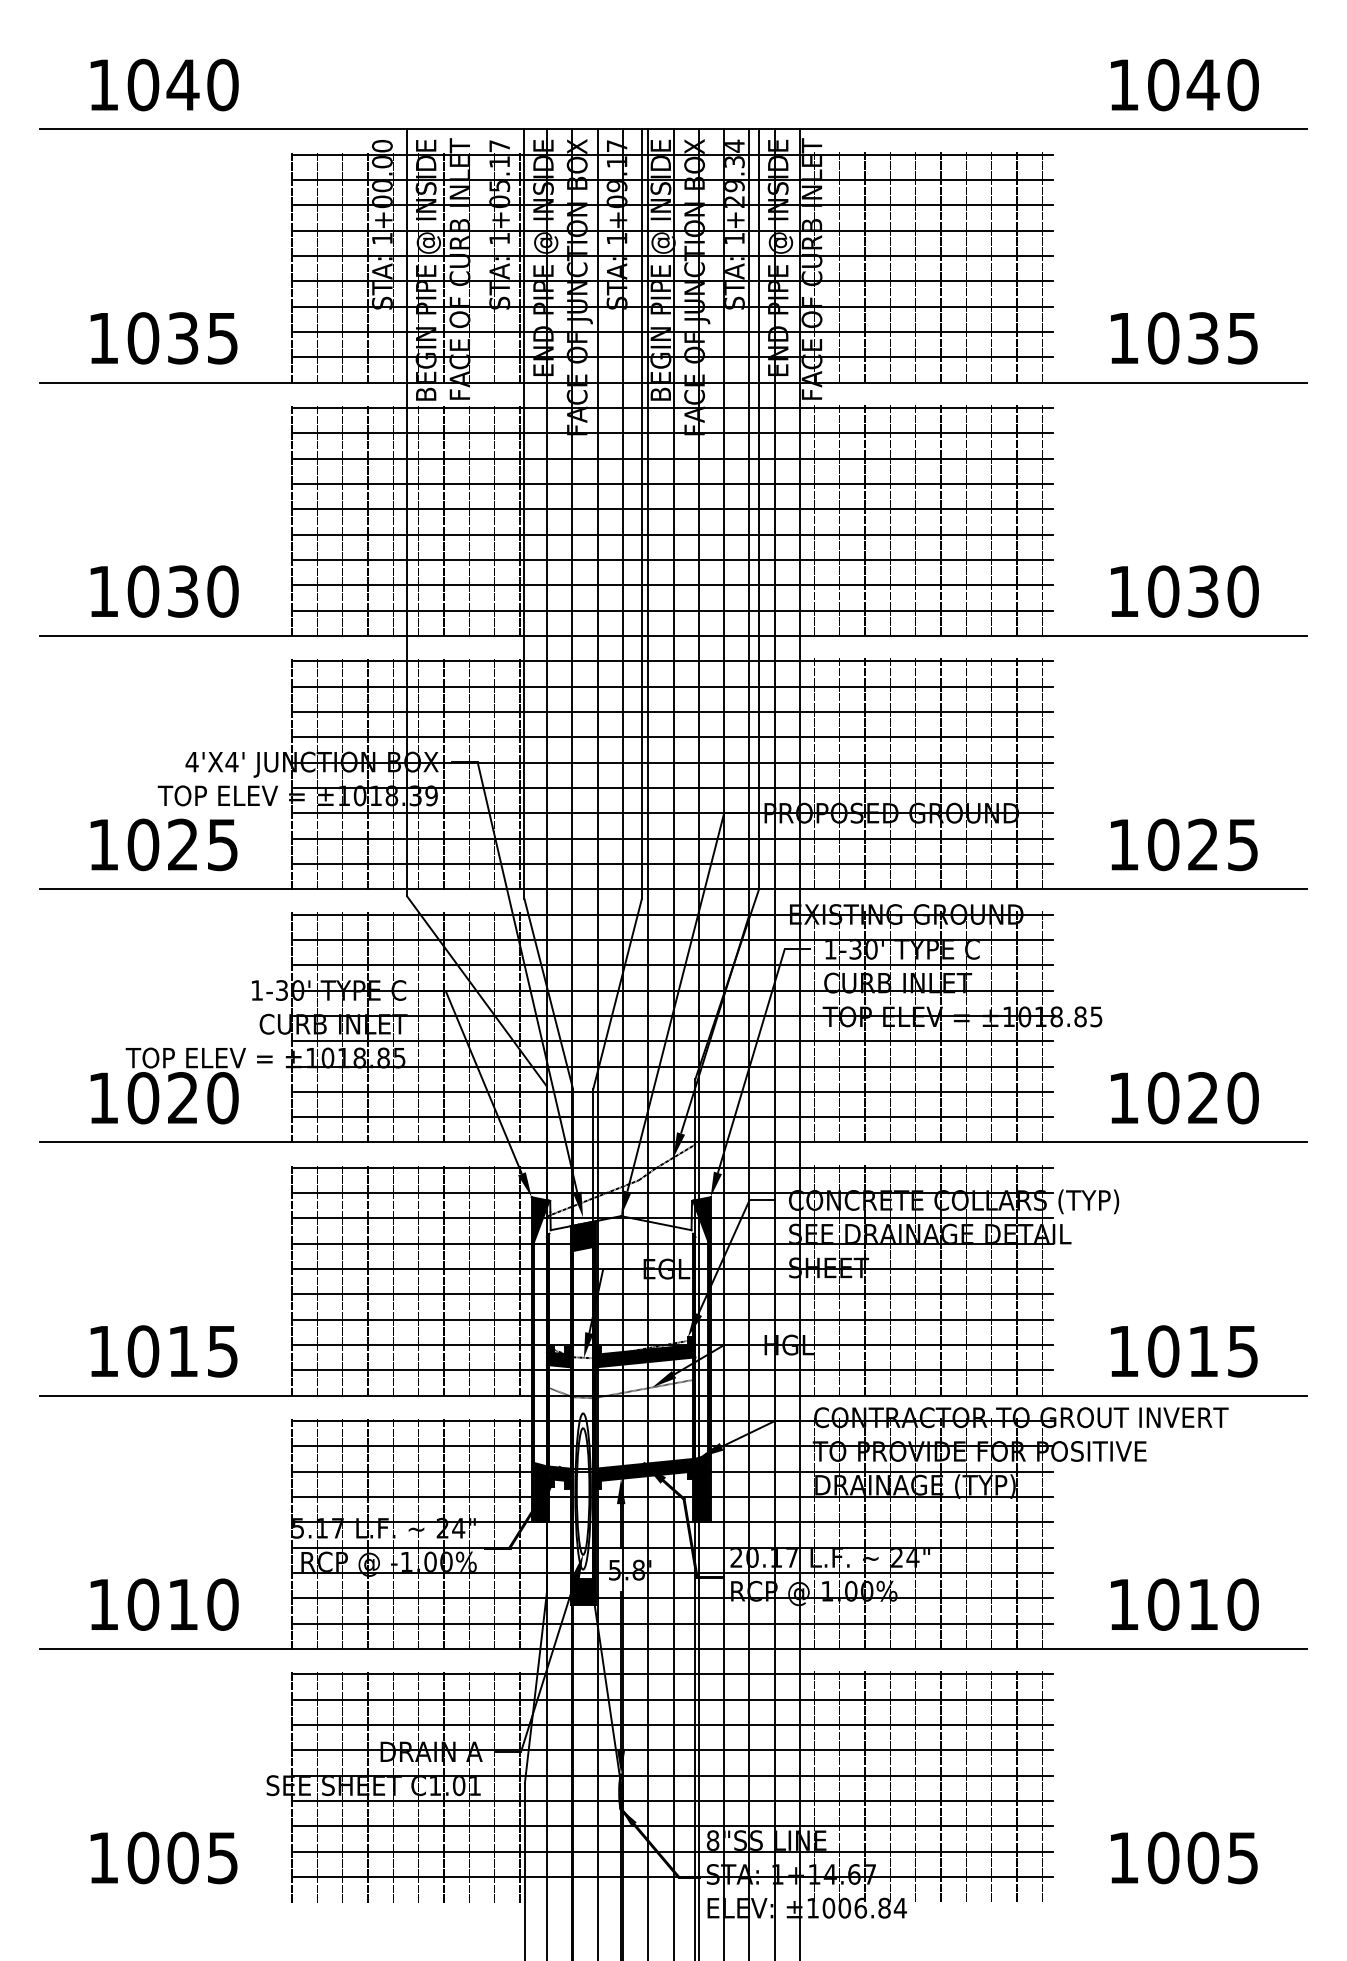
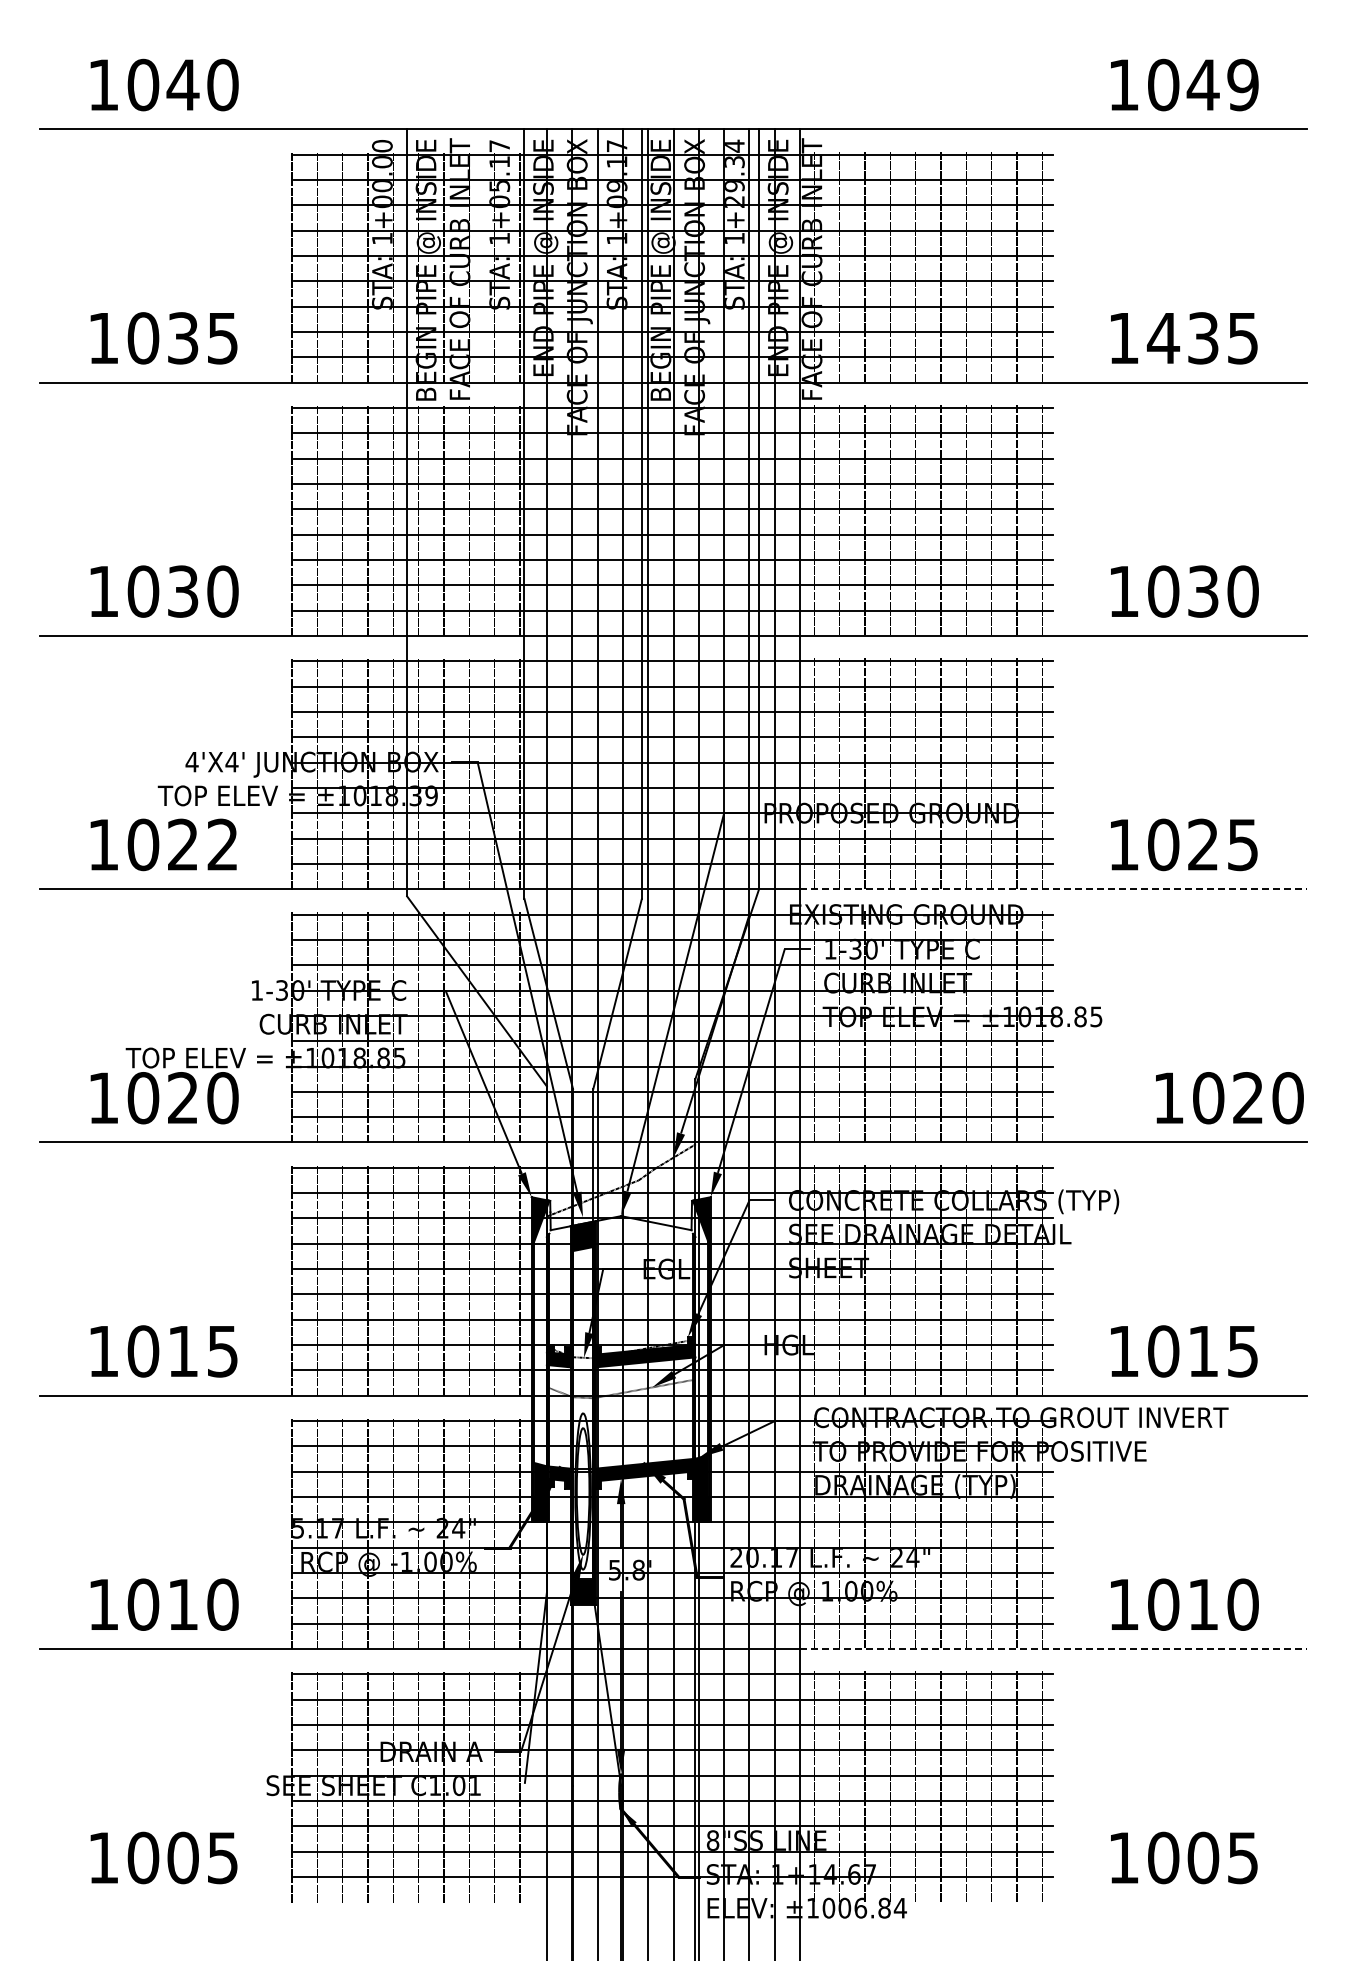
text at (1242, 85): 1040 -> 1049
text at (1163, 338): 1035 -> 1435
text at (222, 844): 1025 -> 1022
line at (1053, 889): solid -> dashed
text at (1184, 1098) position: (1184, 1098) -> (1229, 1098)
line at (1053, 1649): solid -> dashed
line at (524, 1869): present -> none
